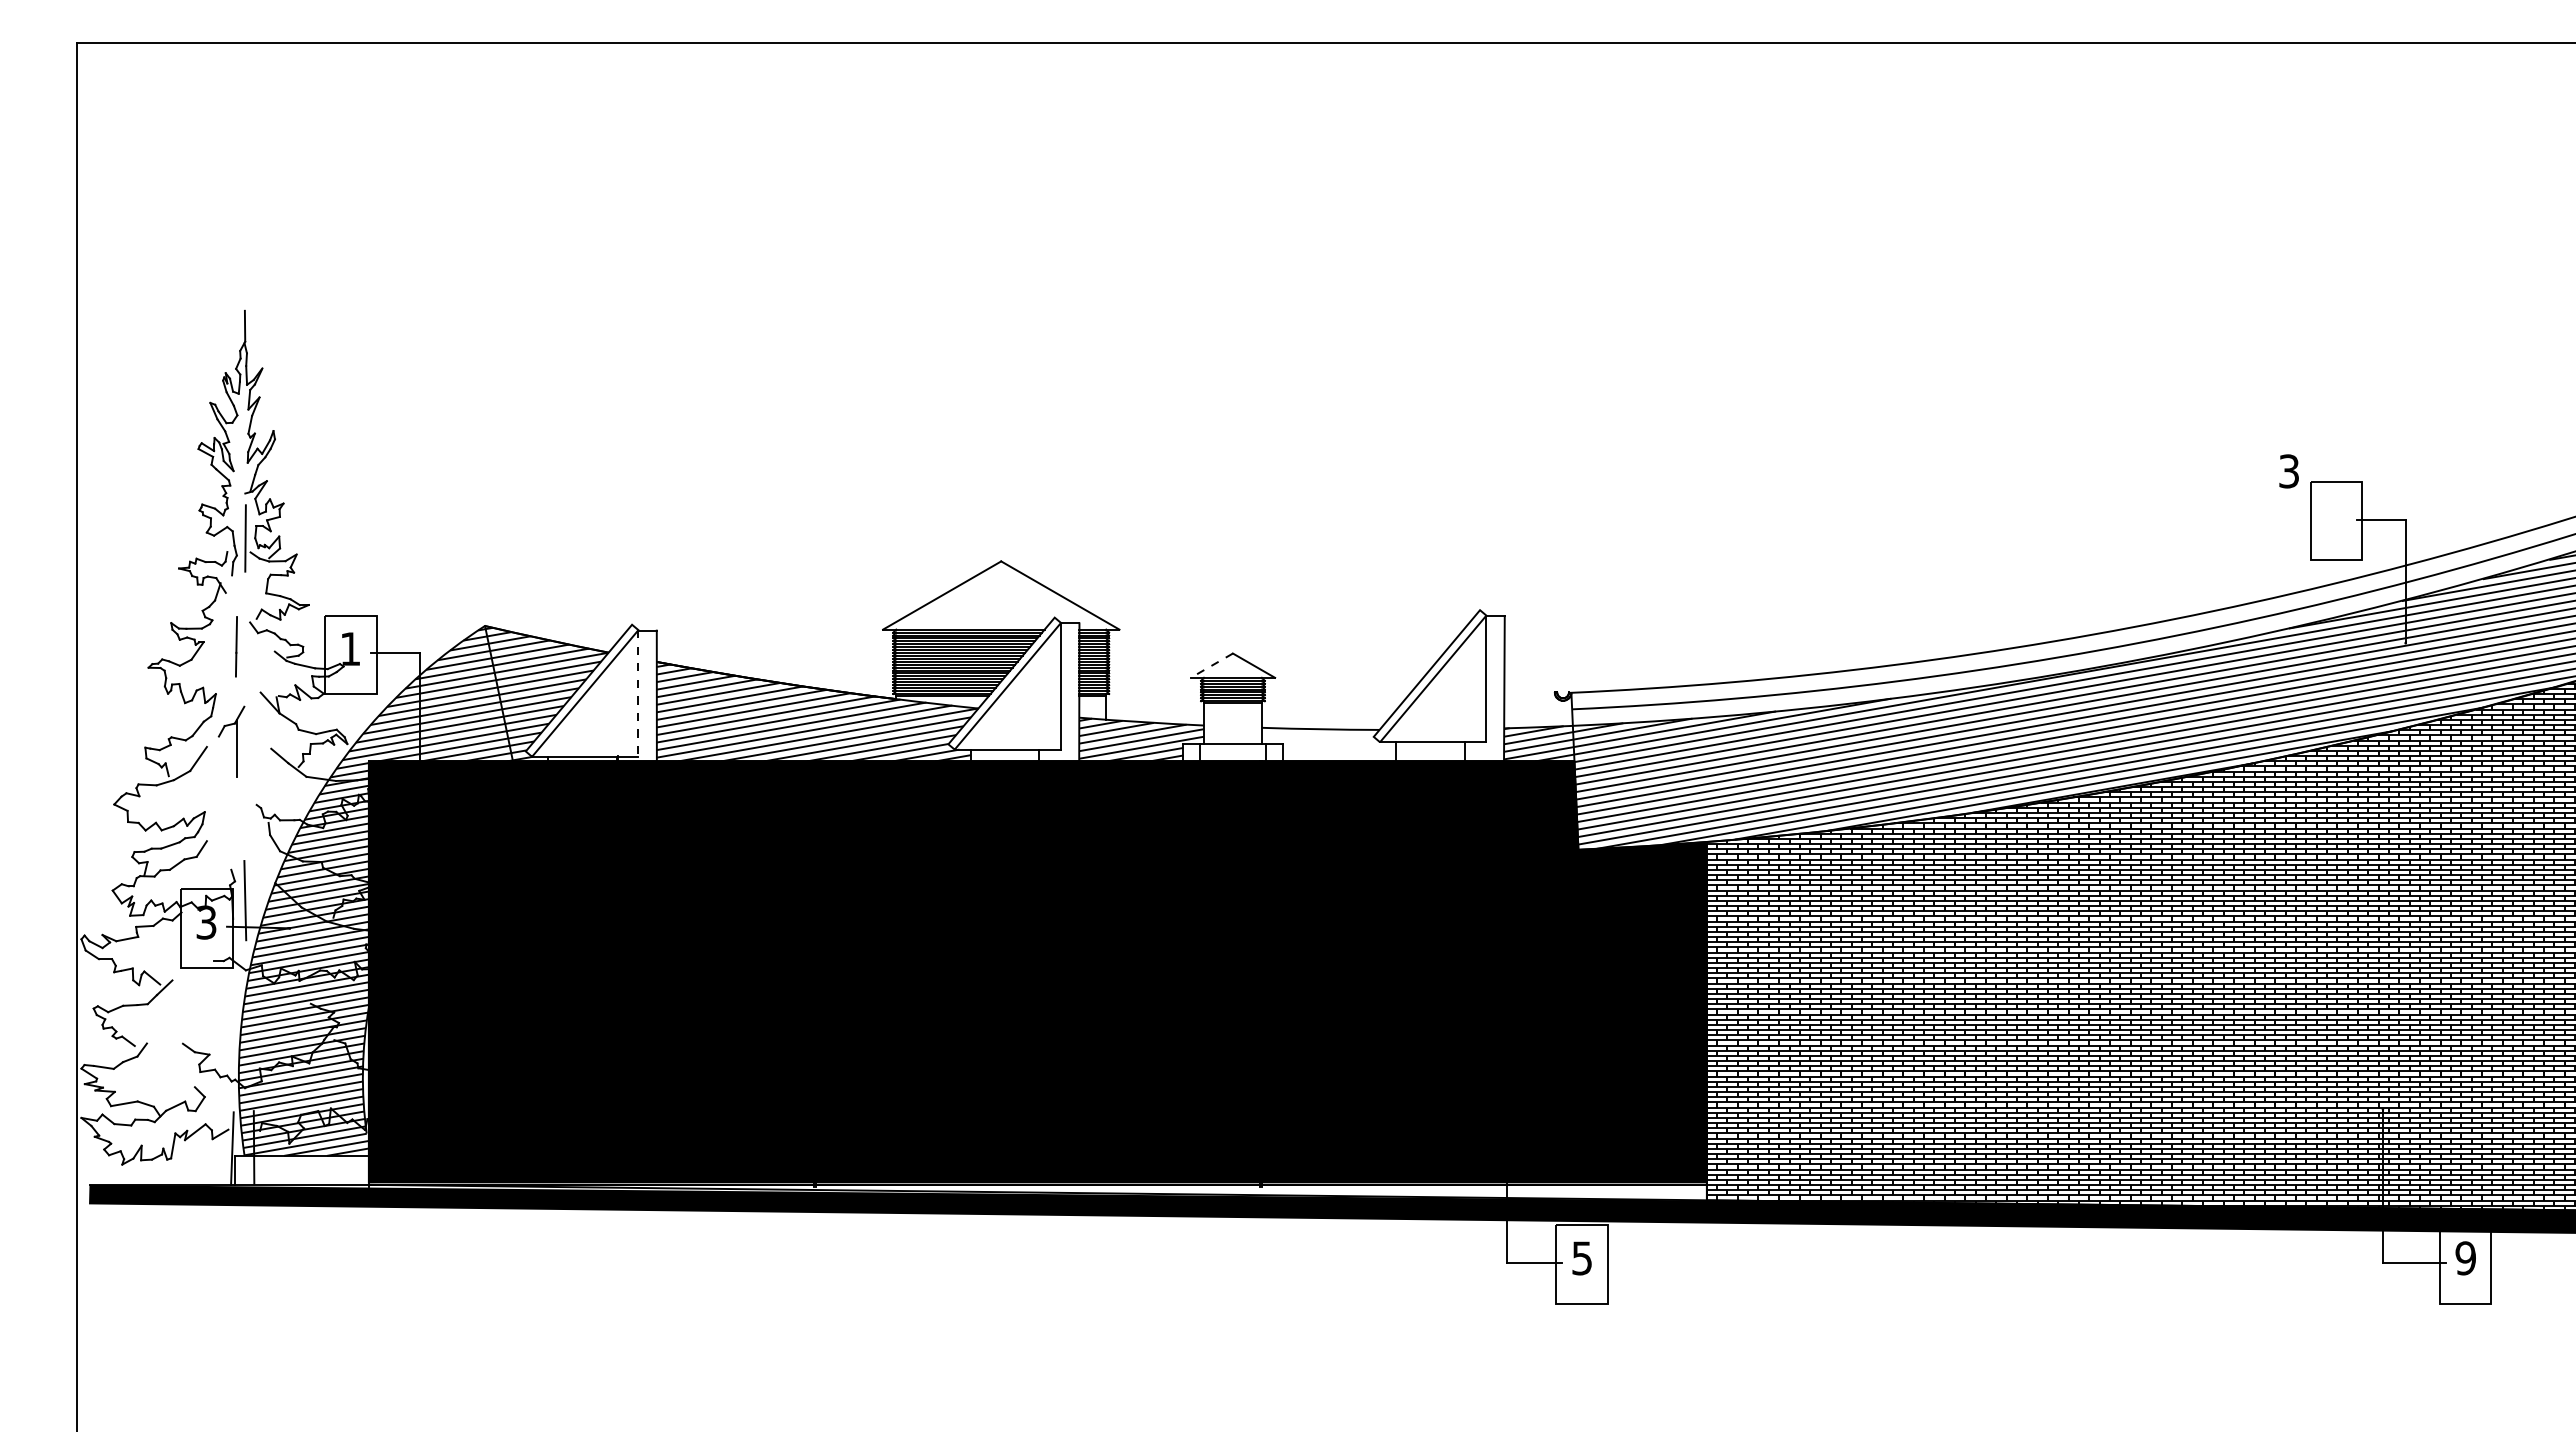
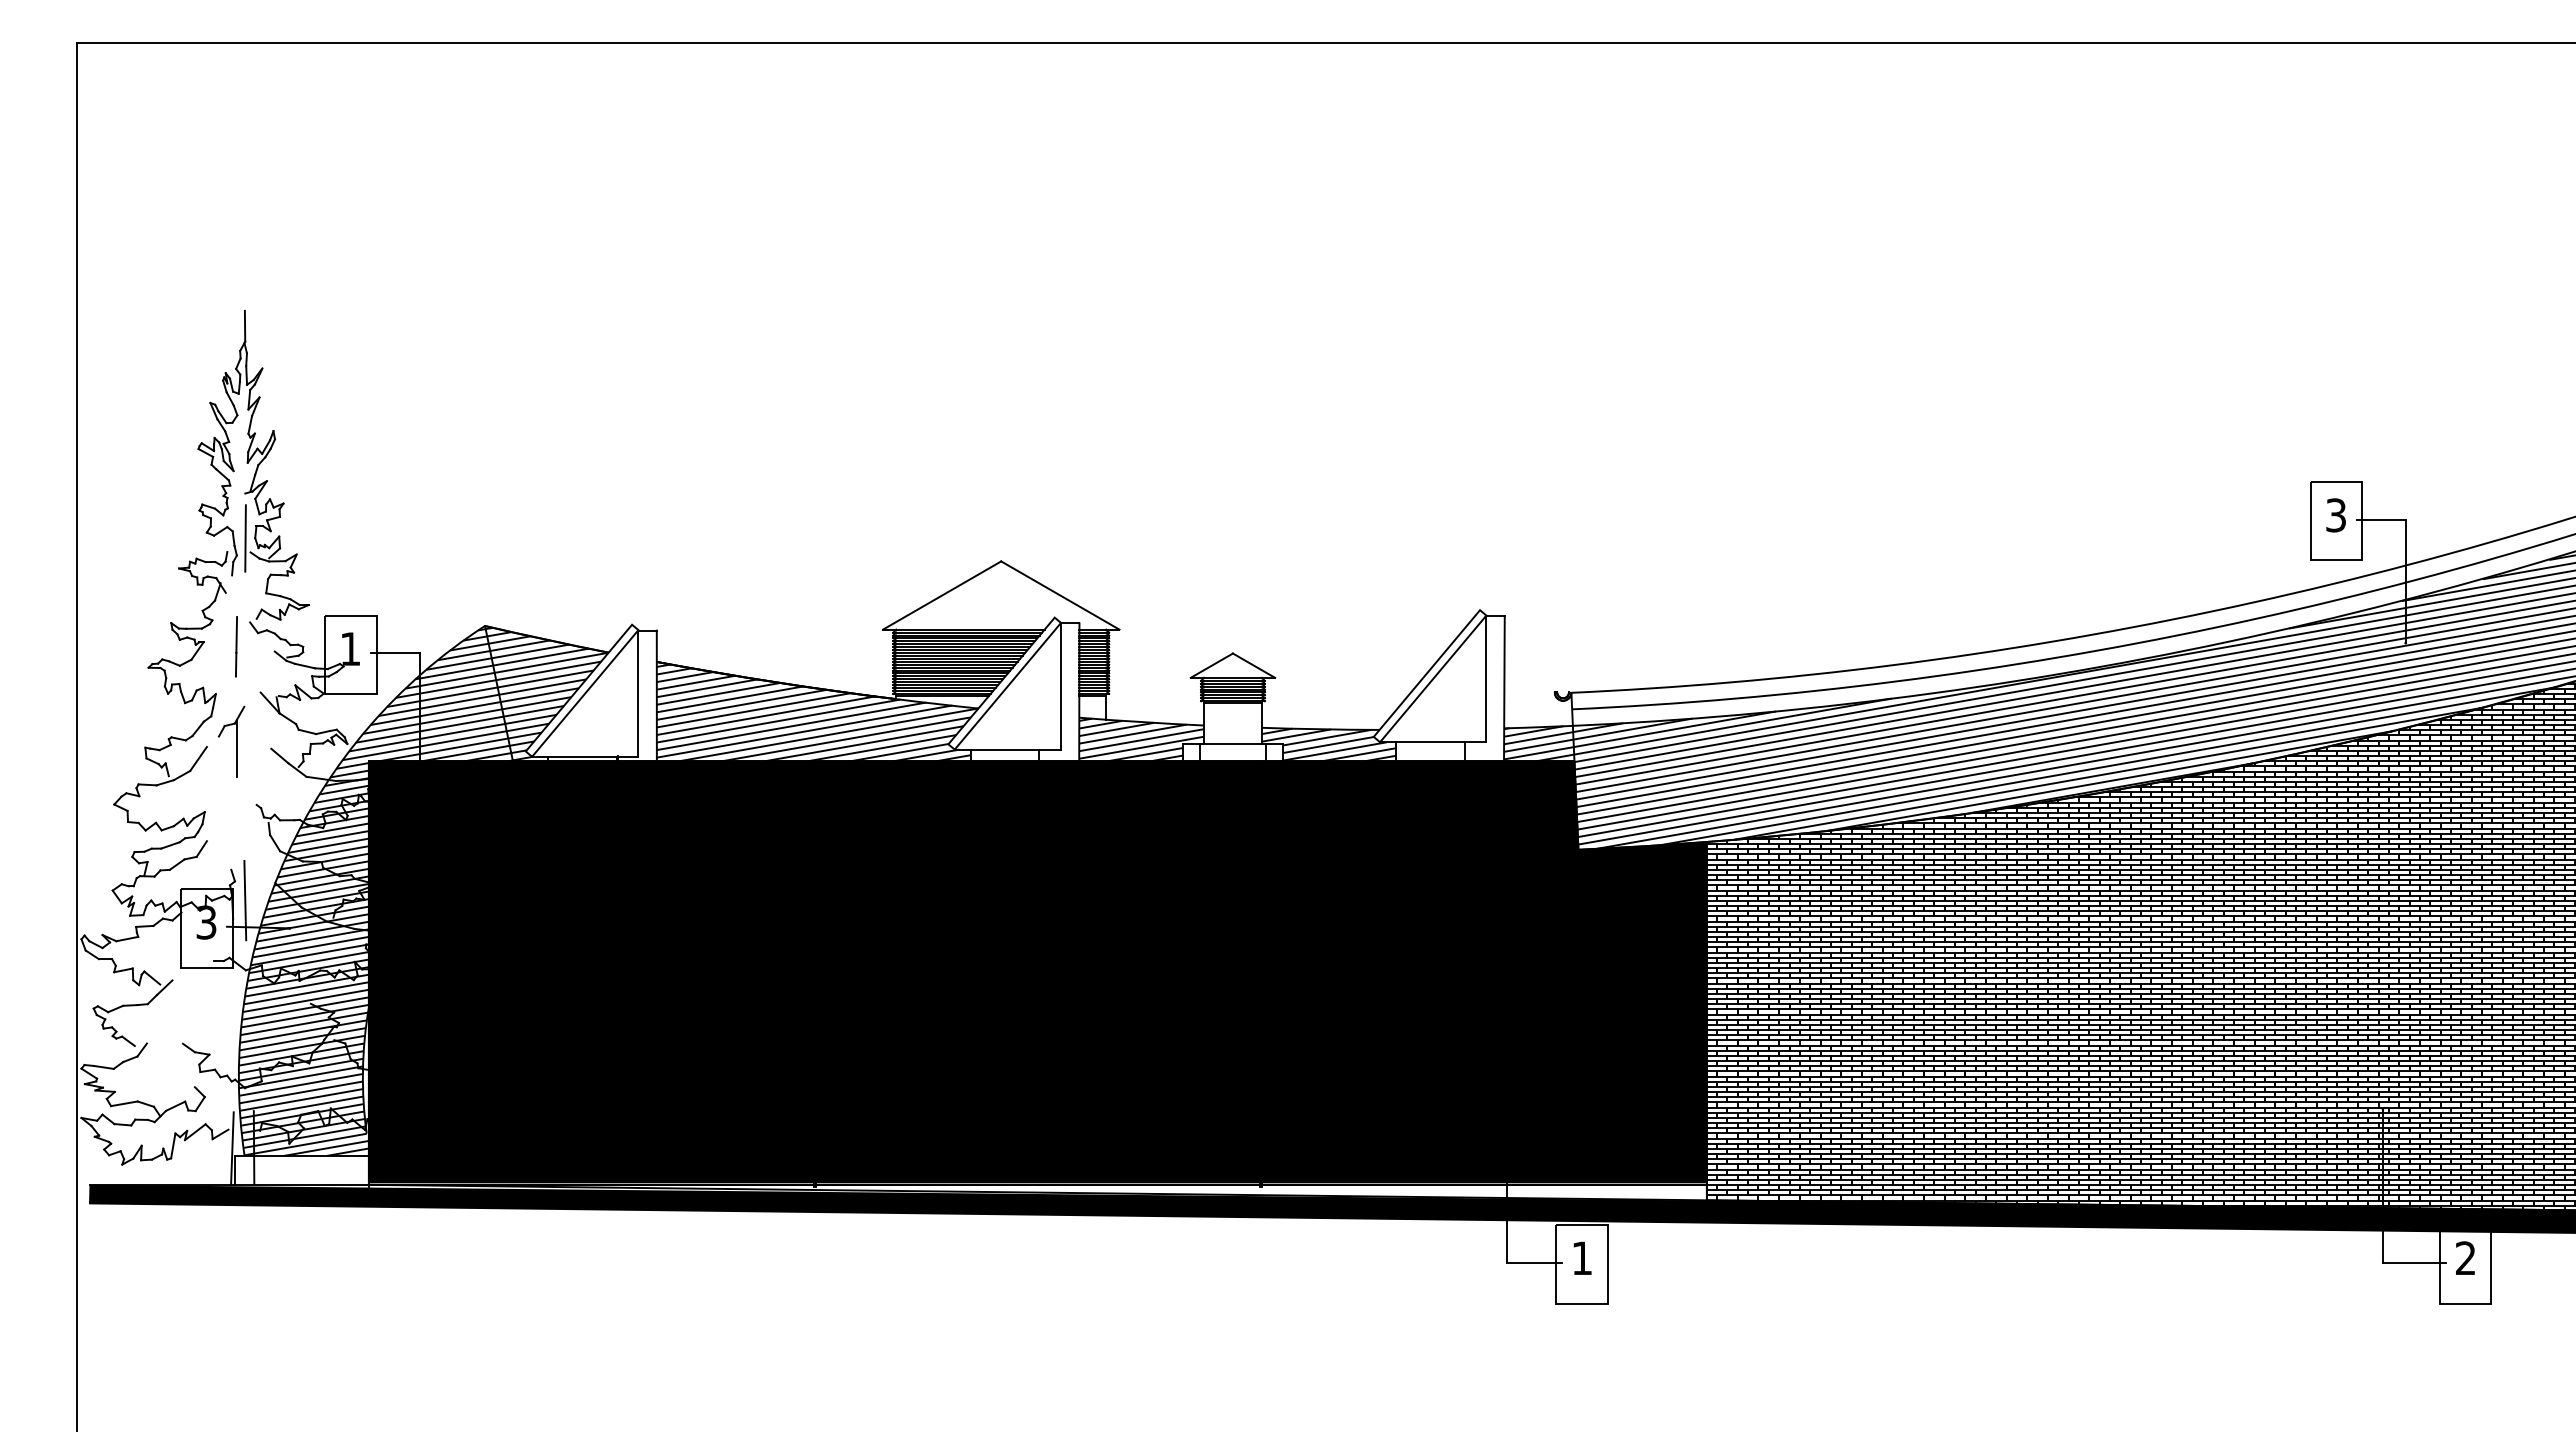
text at (2288, 471) position: (2288, 471) -> (2335, 515)
line at (1211, 665): dashed -> solid
line at (638, 693): dashed -> solid
hatch at (1328, 744): none -> present
text at (1581, 1258): 5 -> 1
text at (2465, 1258): 9 -> 2
